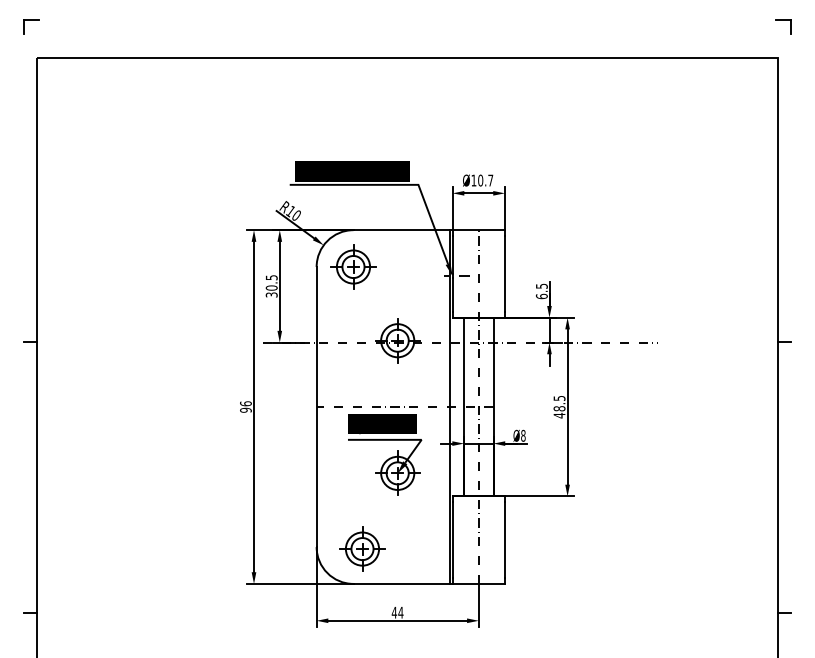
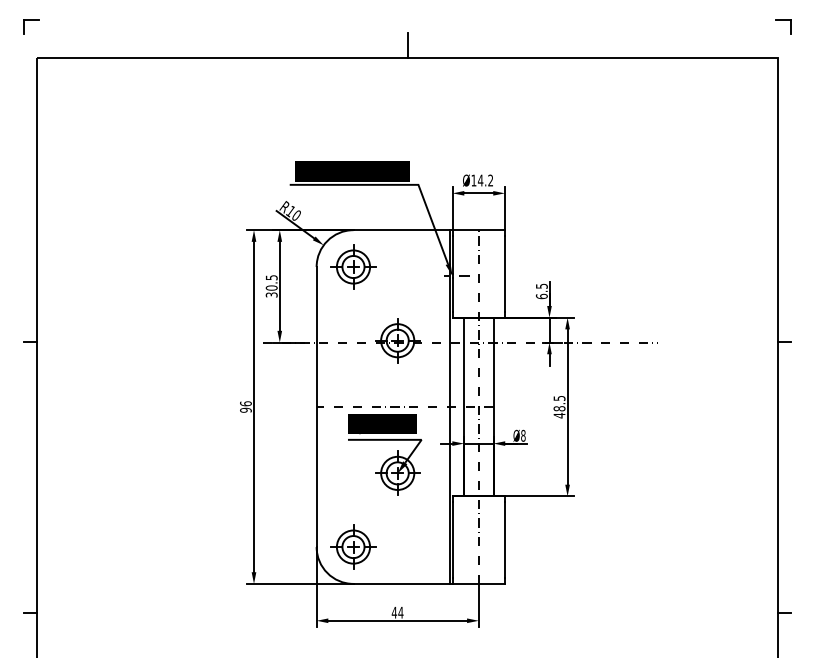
line at (407, 45): none -> present
text at (485, 180): Ø10.7 -> Ø14.2
part at (362, 548) position: (362, 548) -> (353, 546)
